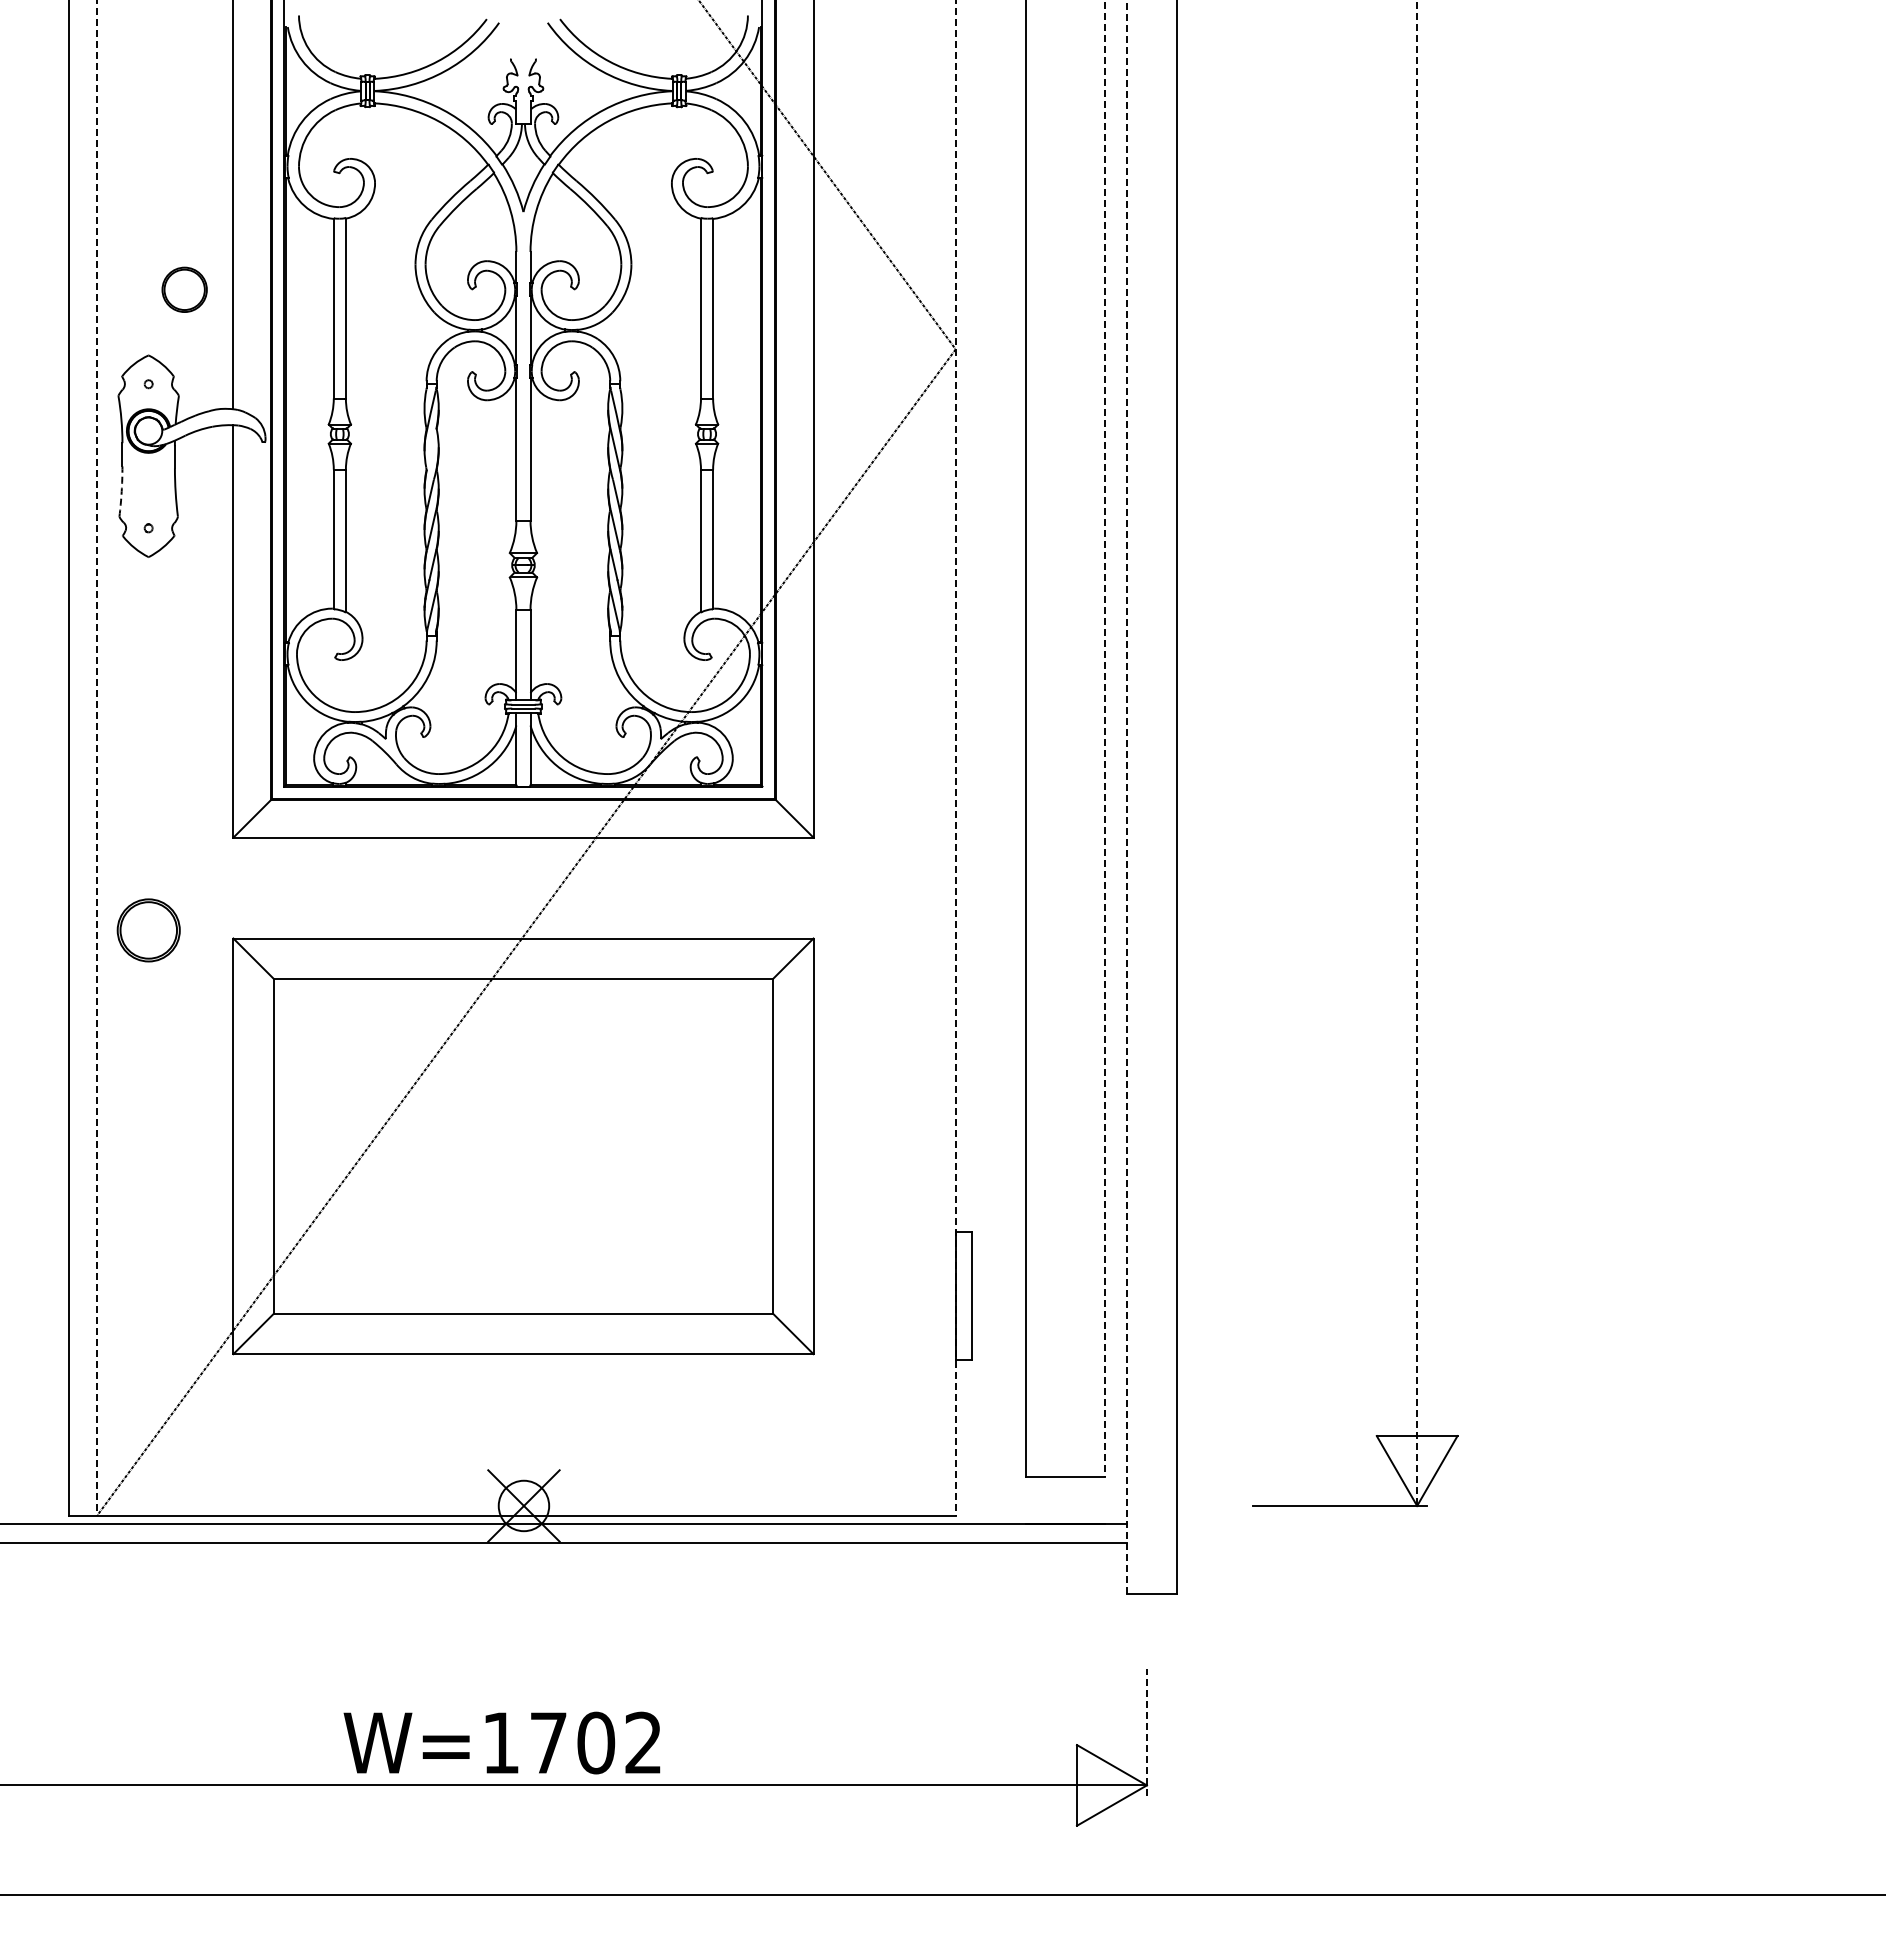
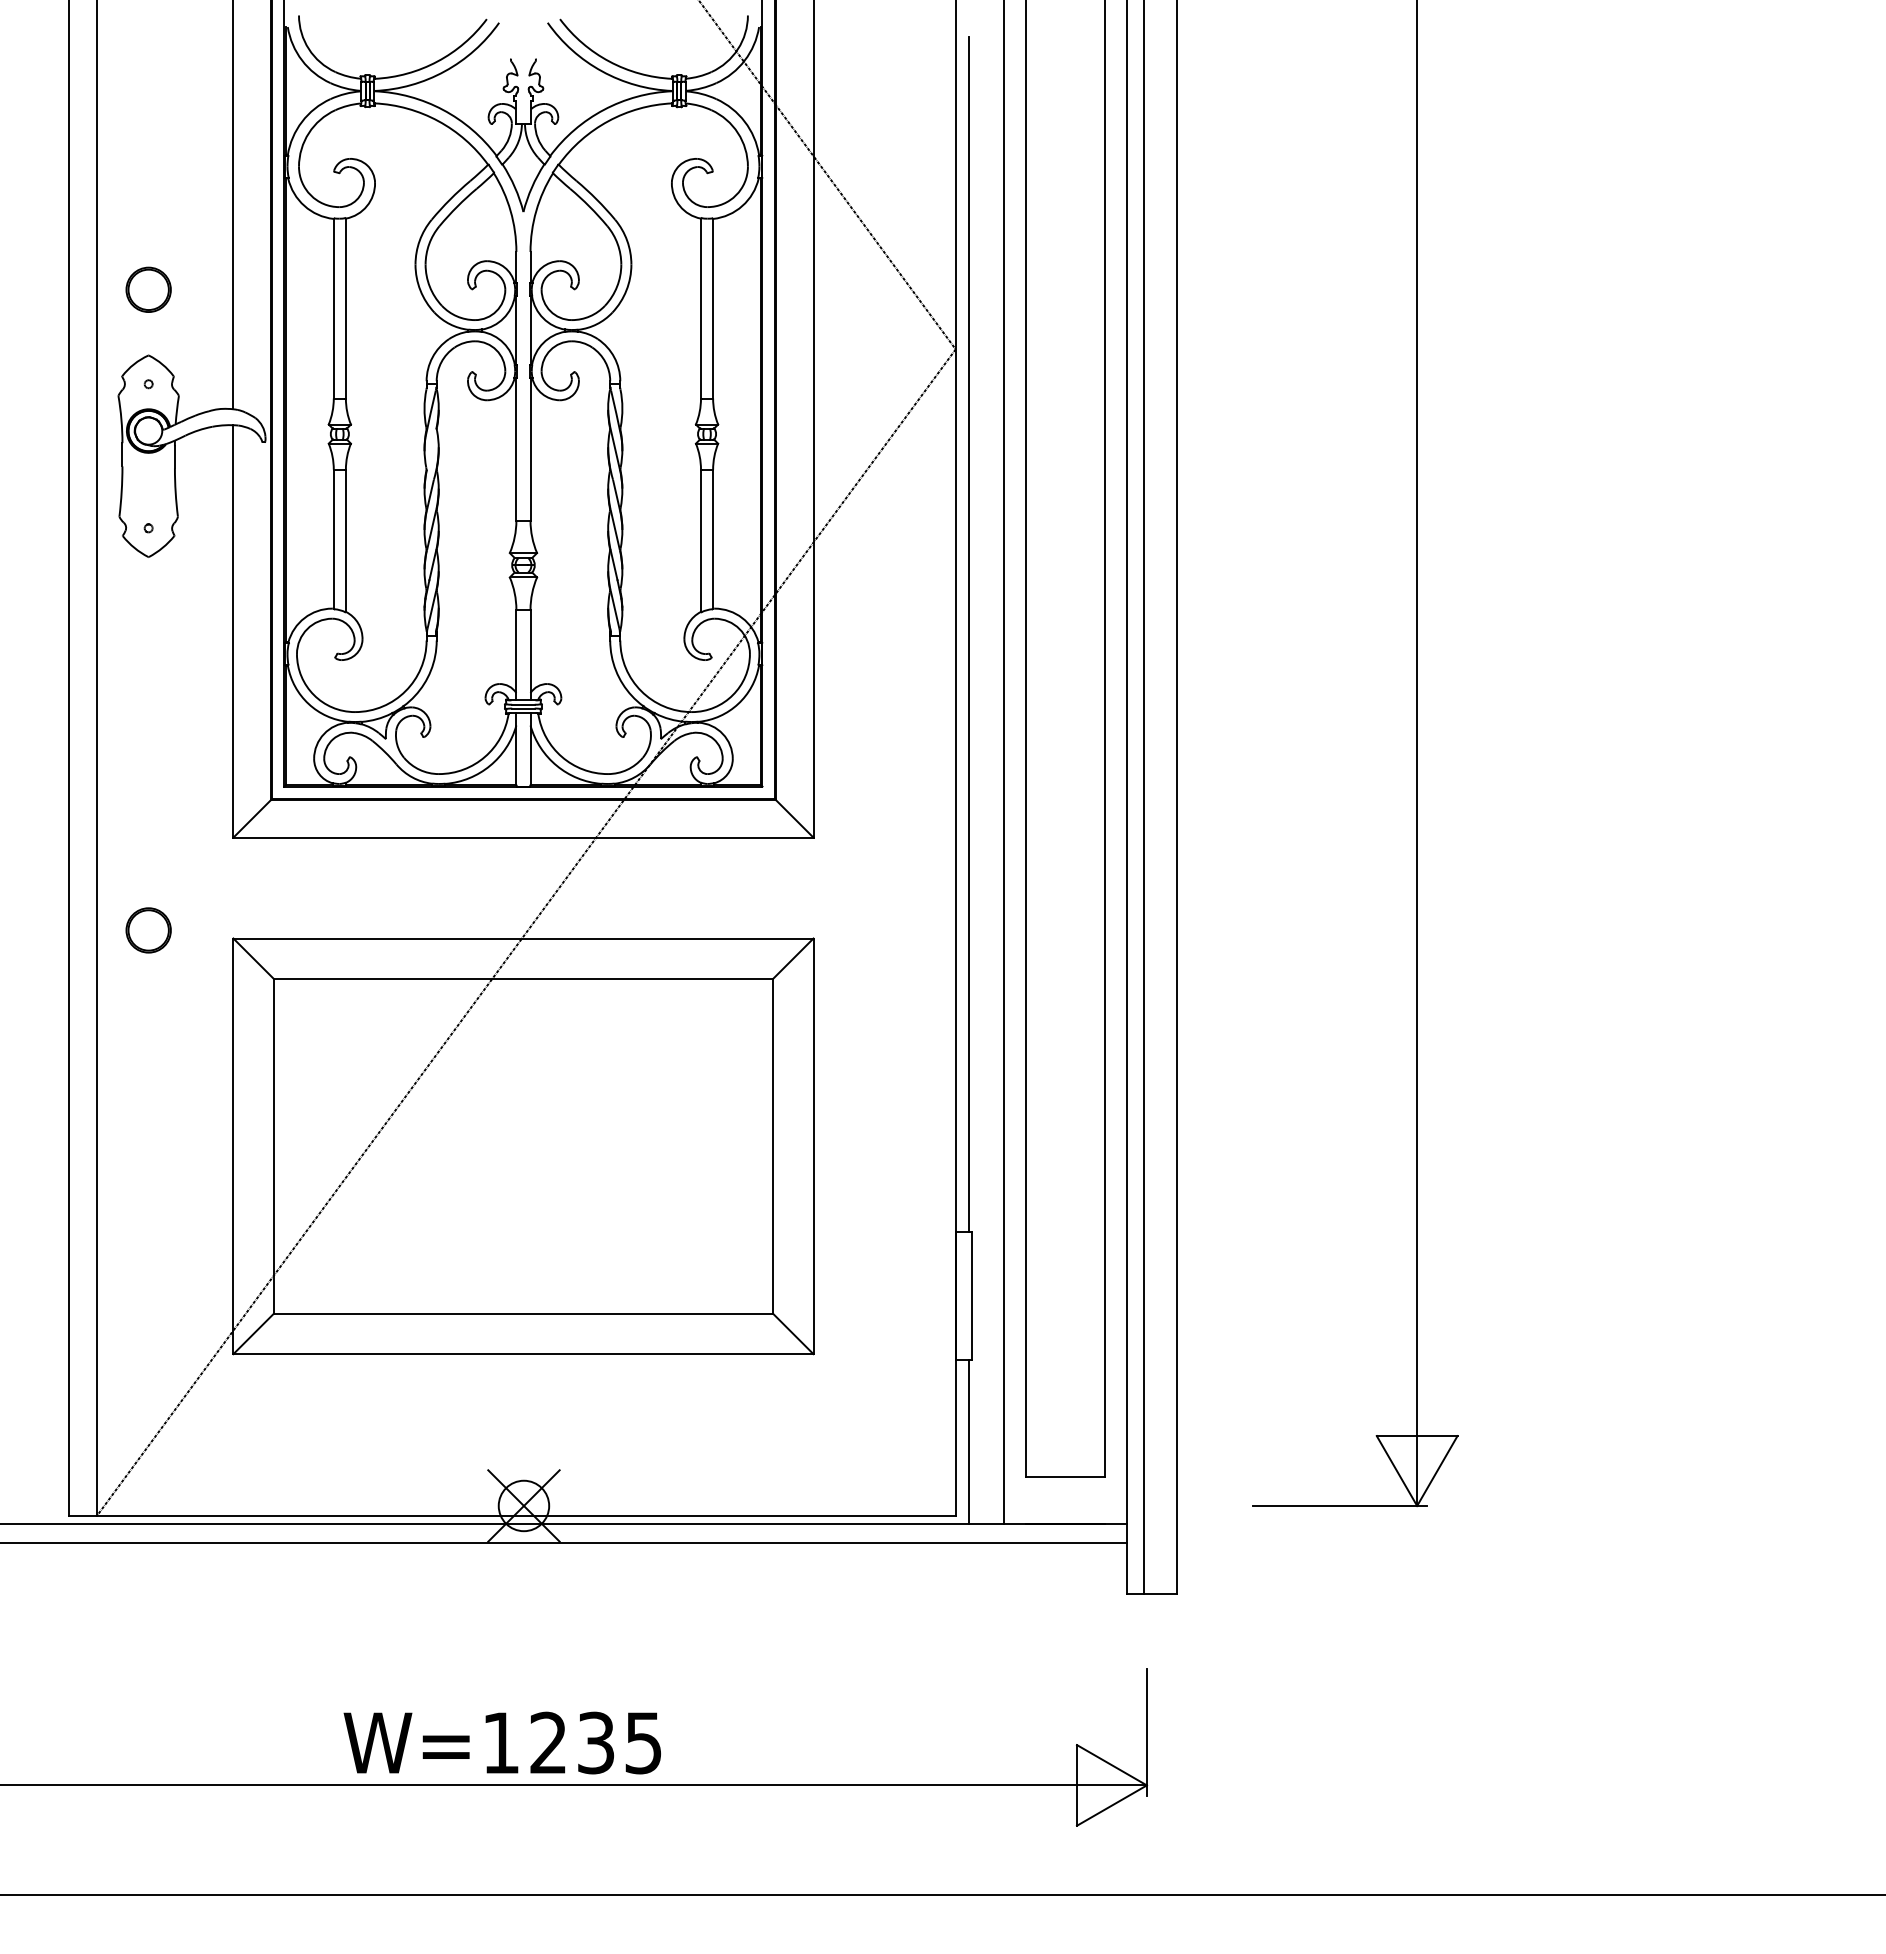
part at (184, 289) position: (184, 289) -> (148, 289)
arc at (121, 491): dashed -> solid
line at (968, 634): none -> present
line at (1104, 739): dashed -> solid
line at (1417, 753): dashed -> solid
line at (97, 758): dashed -> solid
line at (955, 758): dashed -> solid
line at (1004, 763): none -> present
line at (1126, 796): dashed -> solid
line at (1143, 797): none -> present
part at (148, 930) size: 65x65 px -> 47x47 px
line at (968, 1442): none -> present
line at (1146, 1731): dashed -> solid
text at (595, 1742): W=1702 -> W=1235
